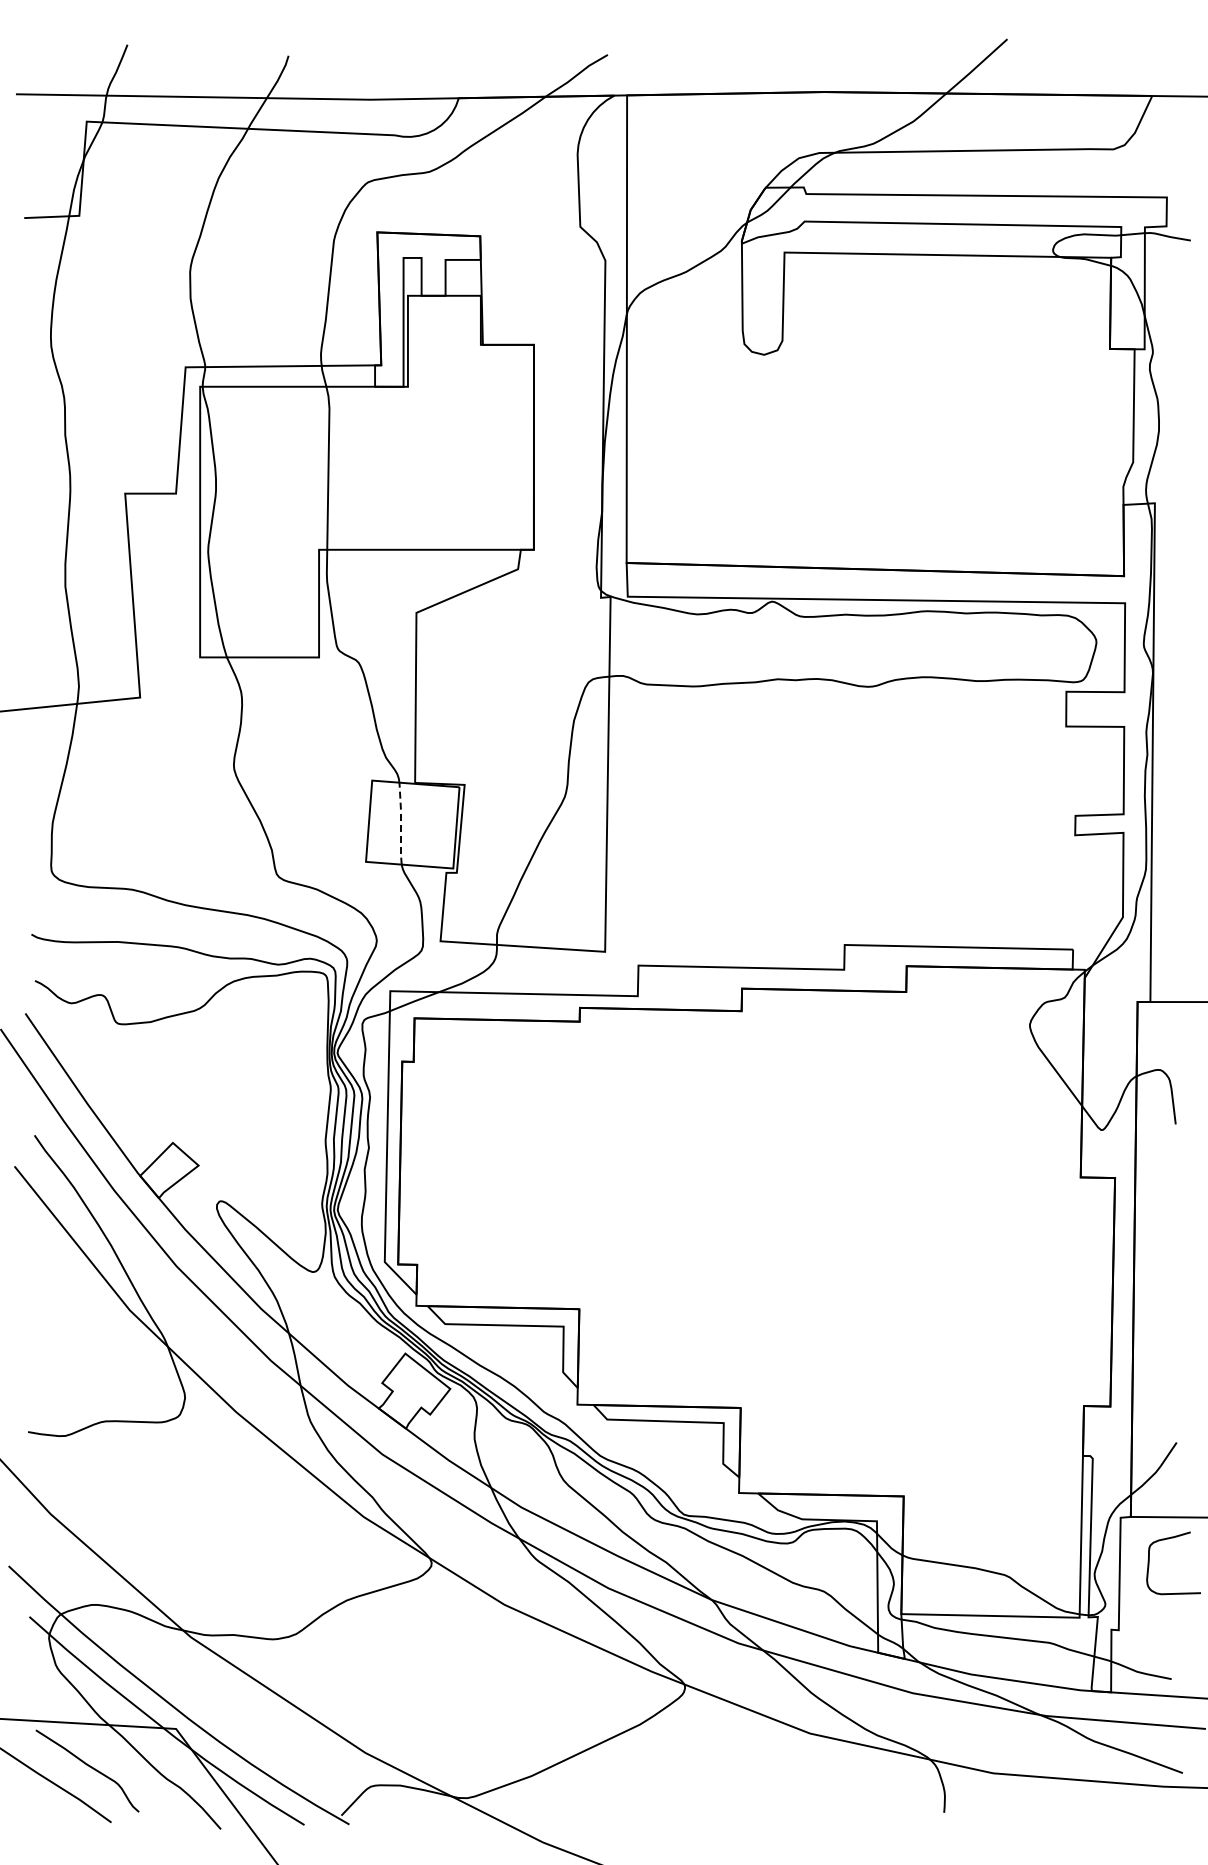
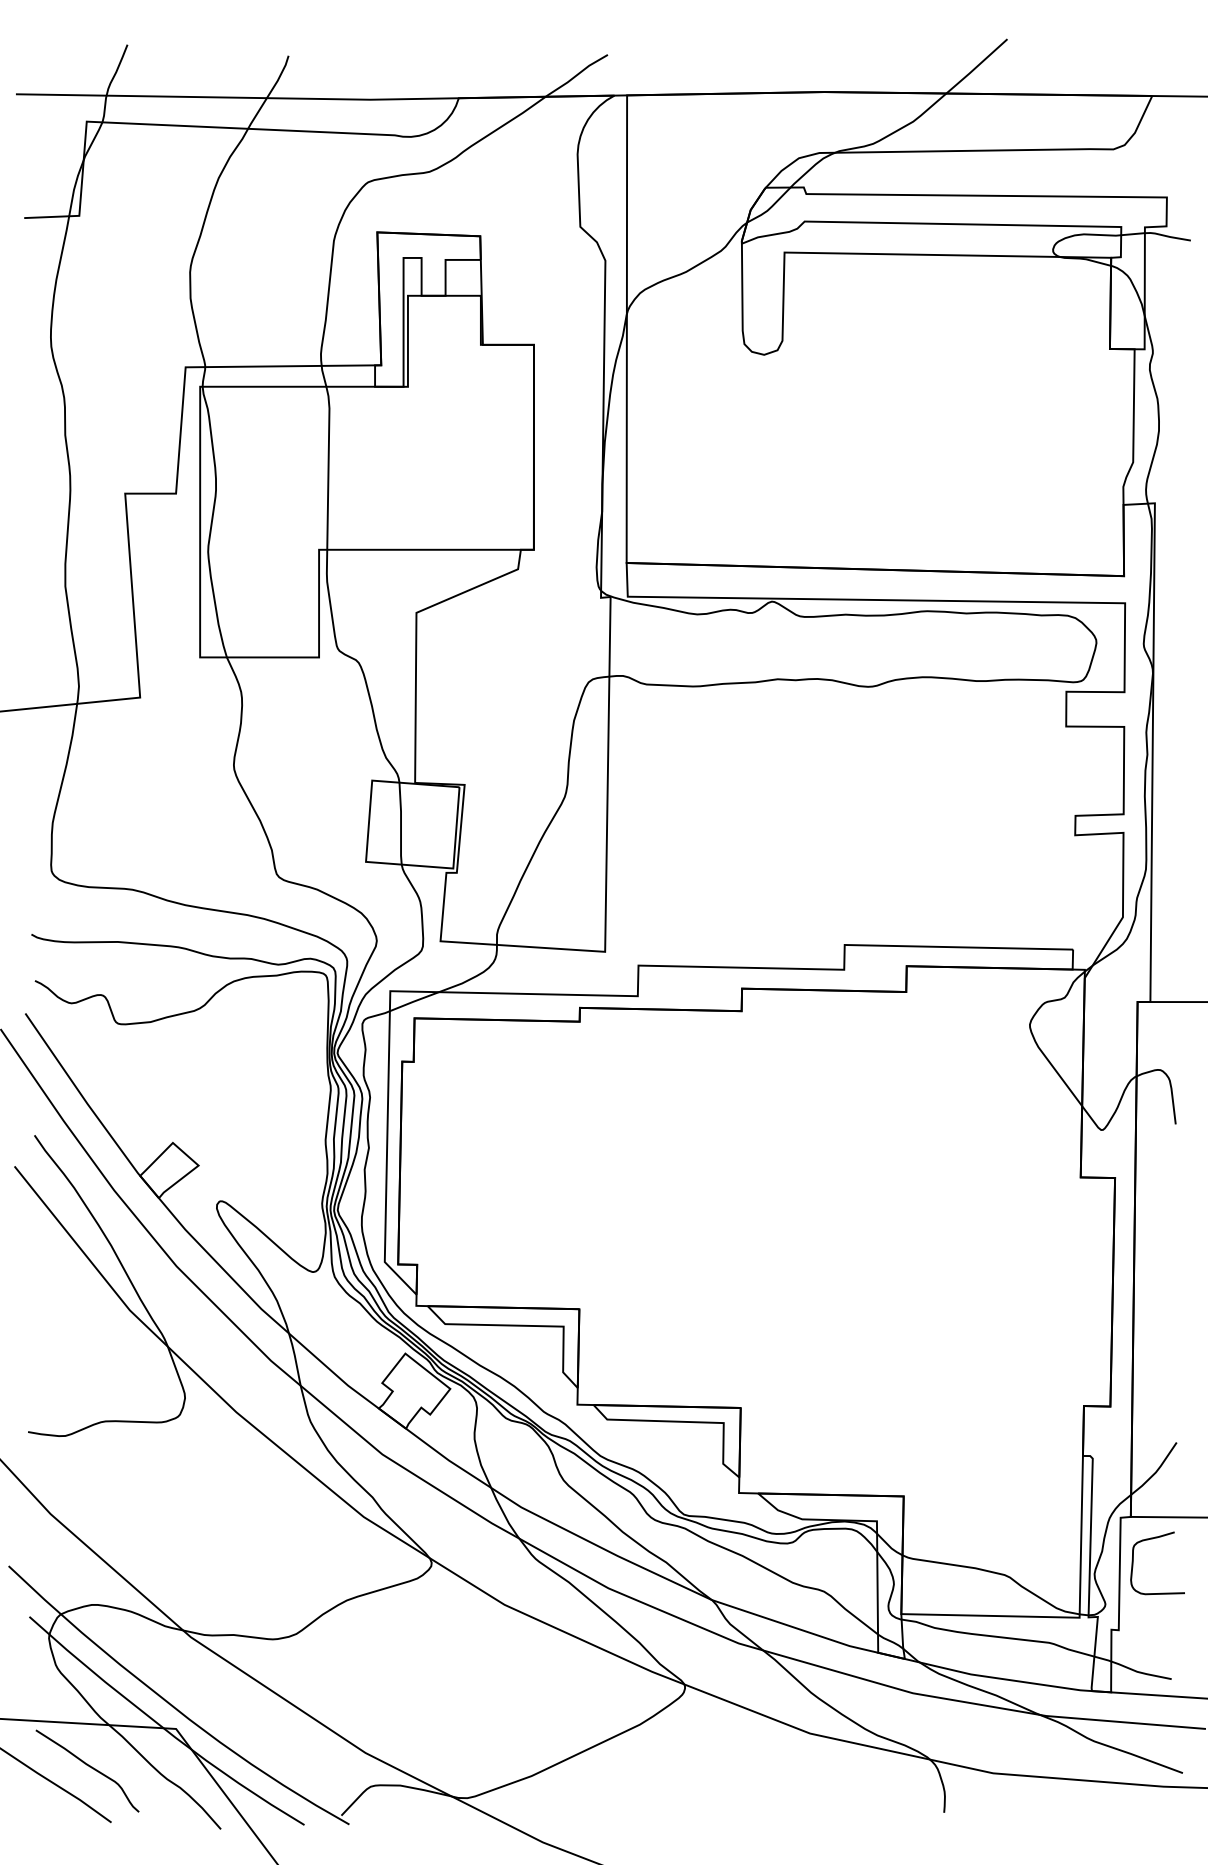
line at (401, 823): dashed -> solid
curve at (1149, 1563) position: (1149, 1563) -> (1133, 1563)
